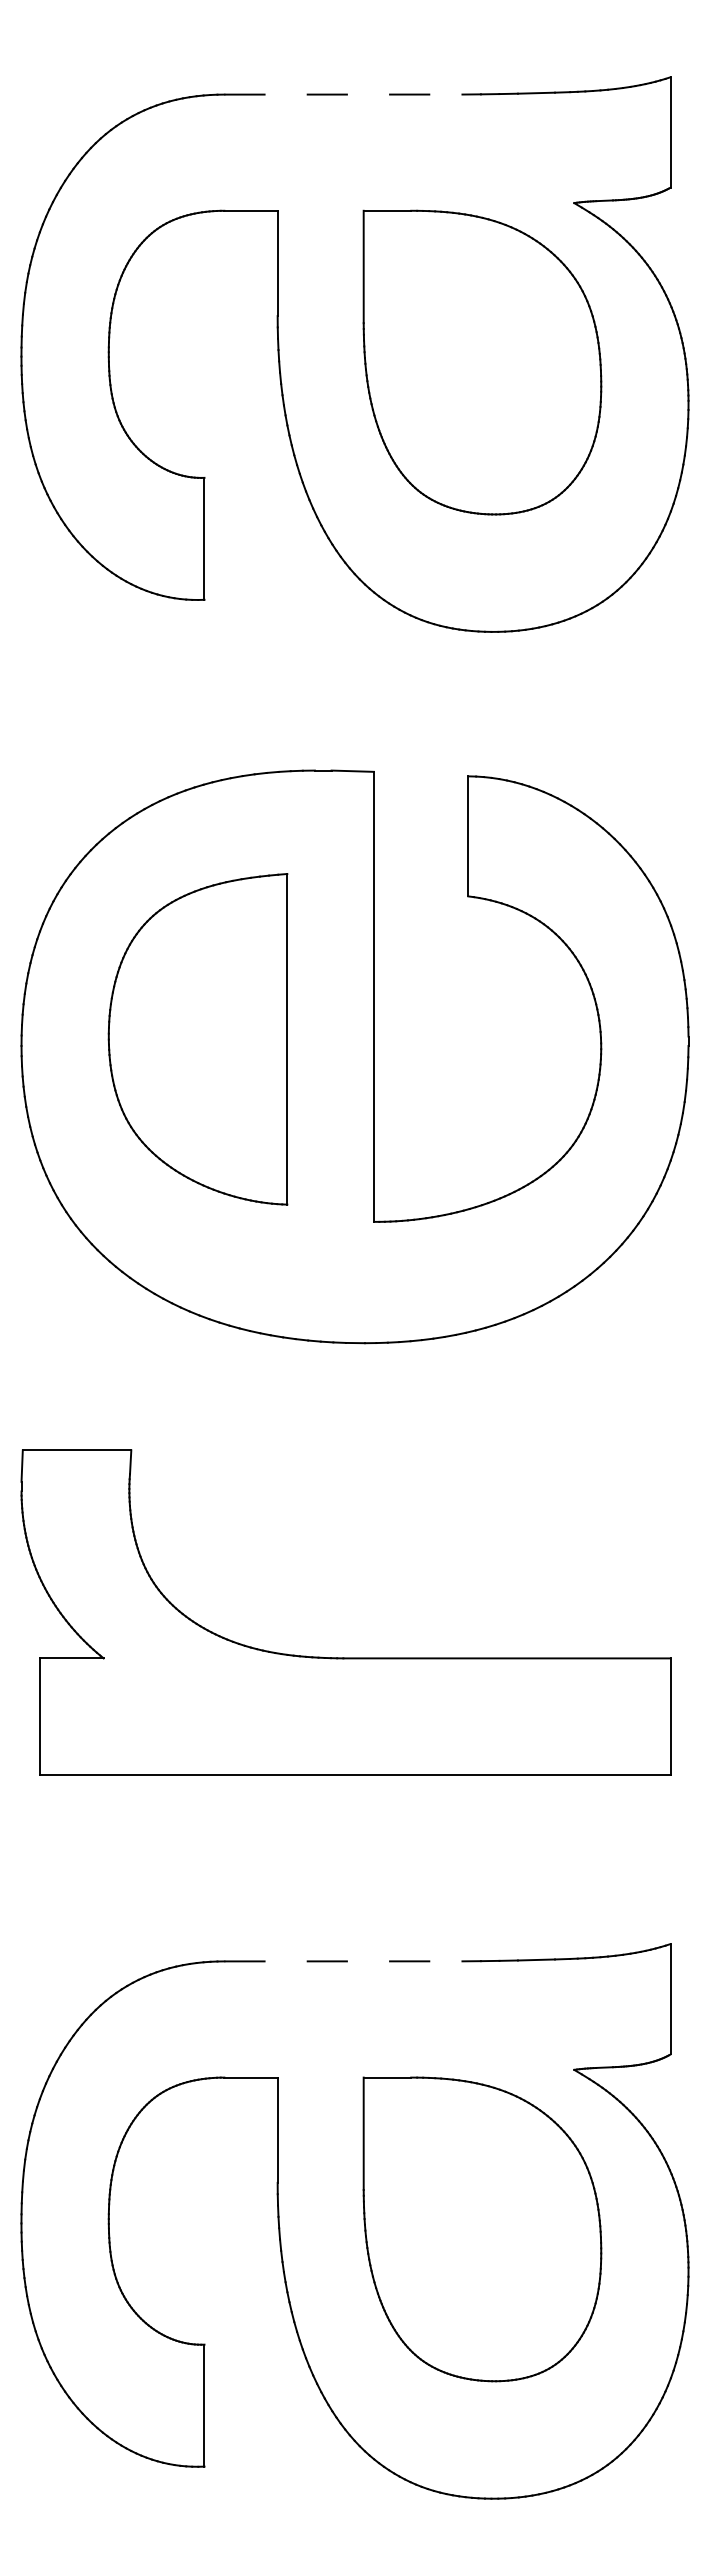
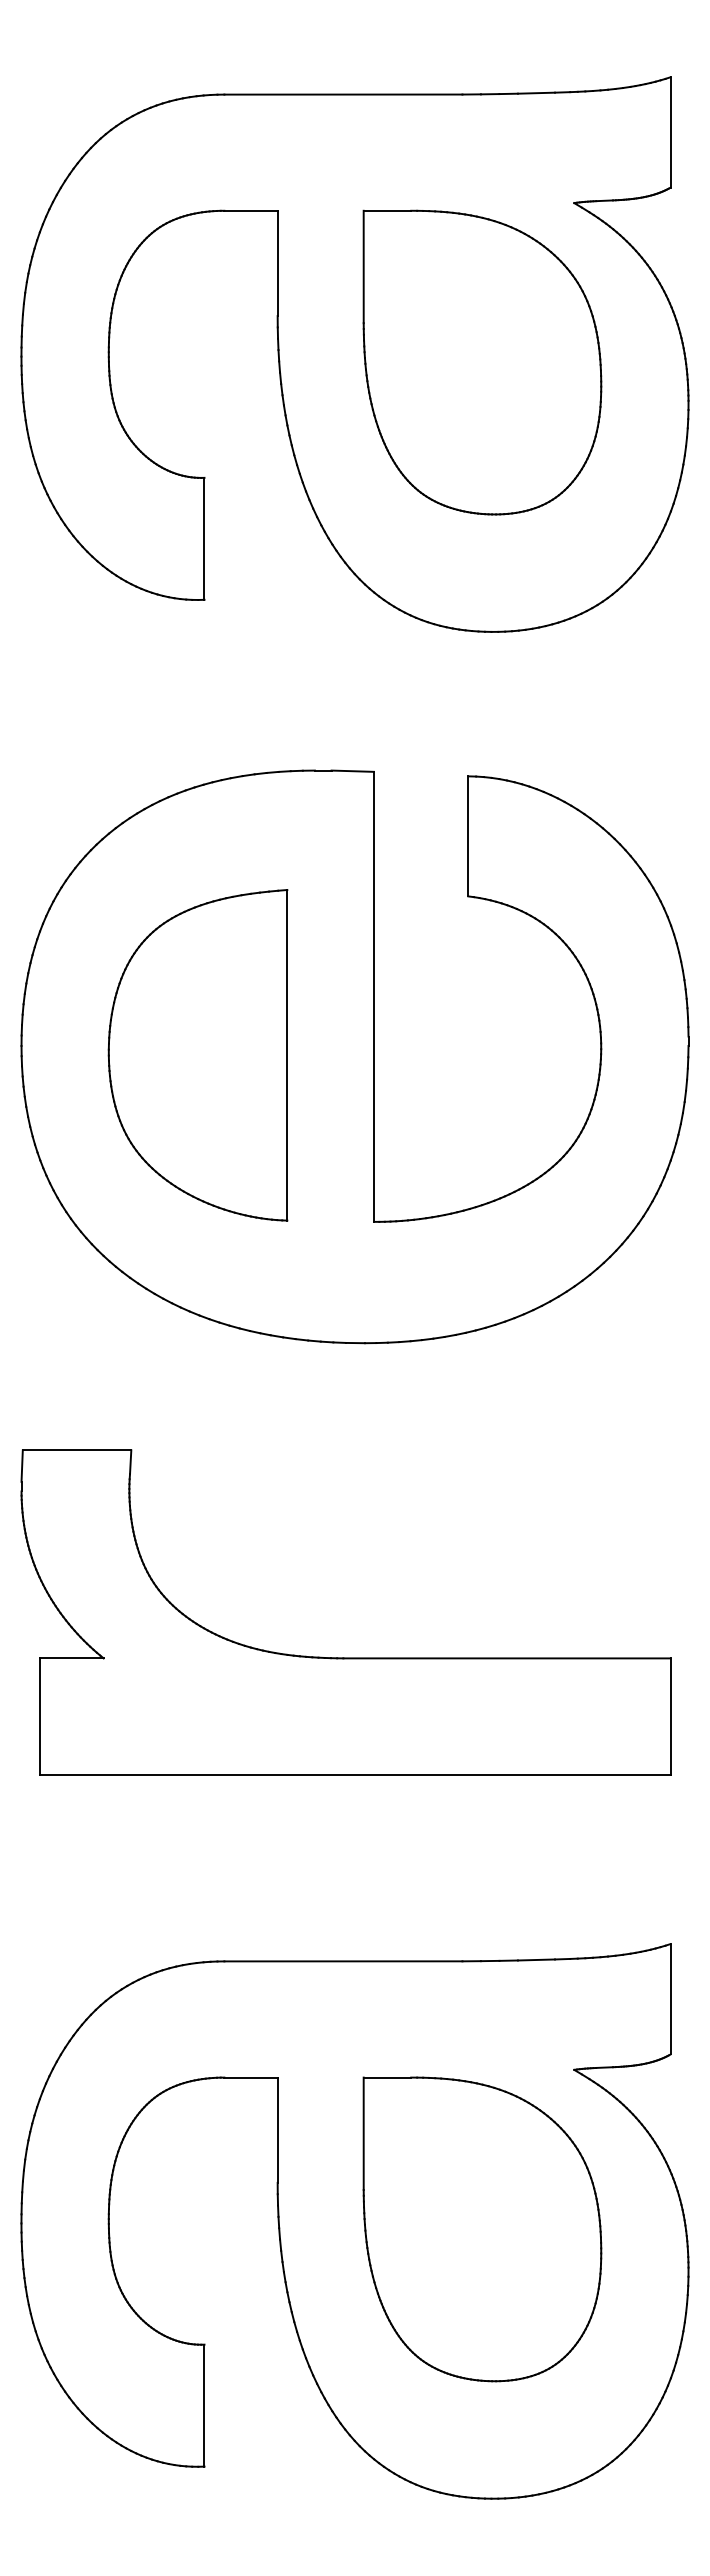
line at (343, 94): dashed -> solid
part at (197, 1039) position: (197, 1039) -> (197, 1055)
line at (343, 1961): dashed -> solid
